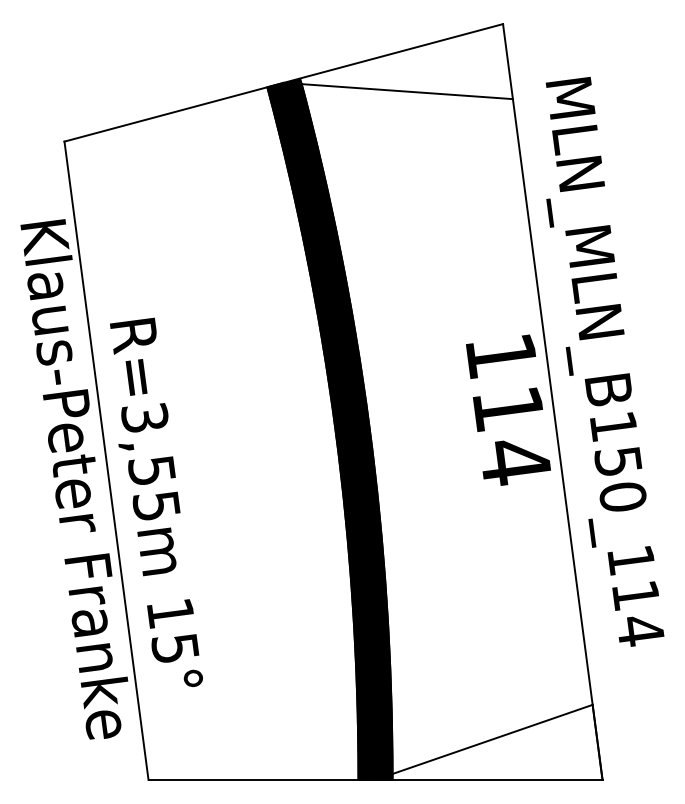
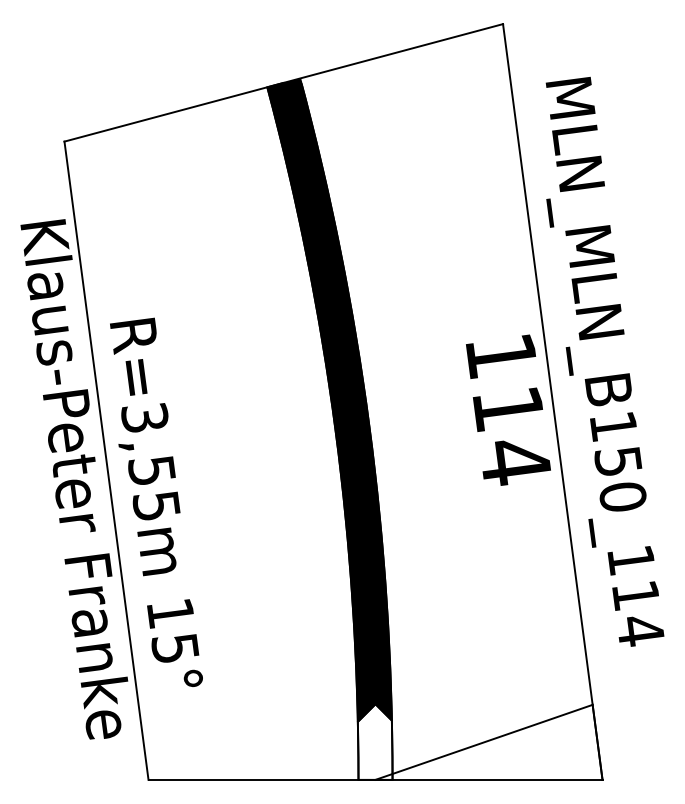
line at (397, 90): present -> none
fill at (374, 741): present -> none
